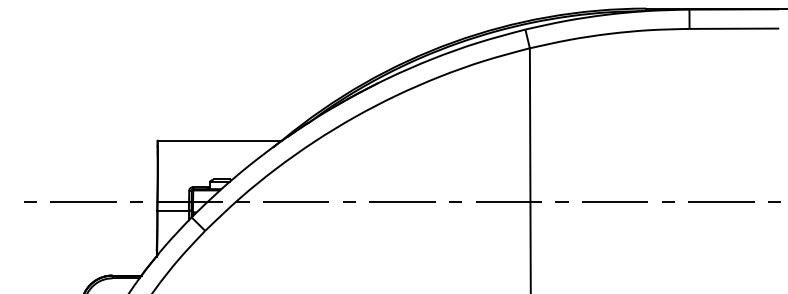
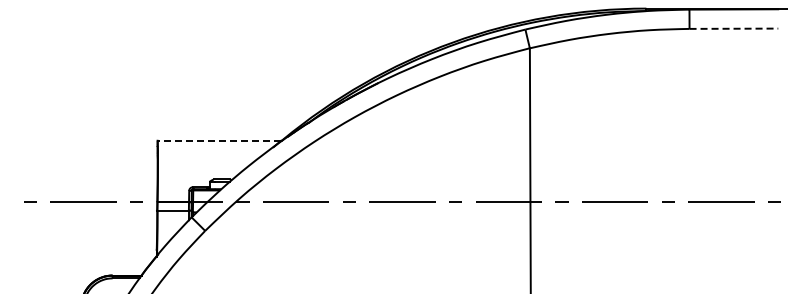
line at (734, 28): solid -> dashed
line at (219, 140): solid -> dashed
